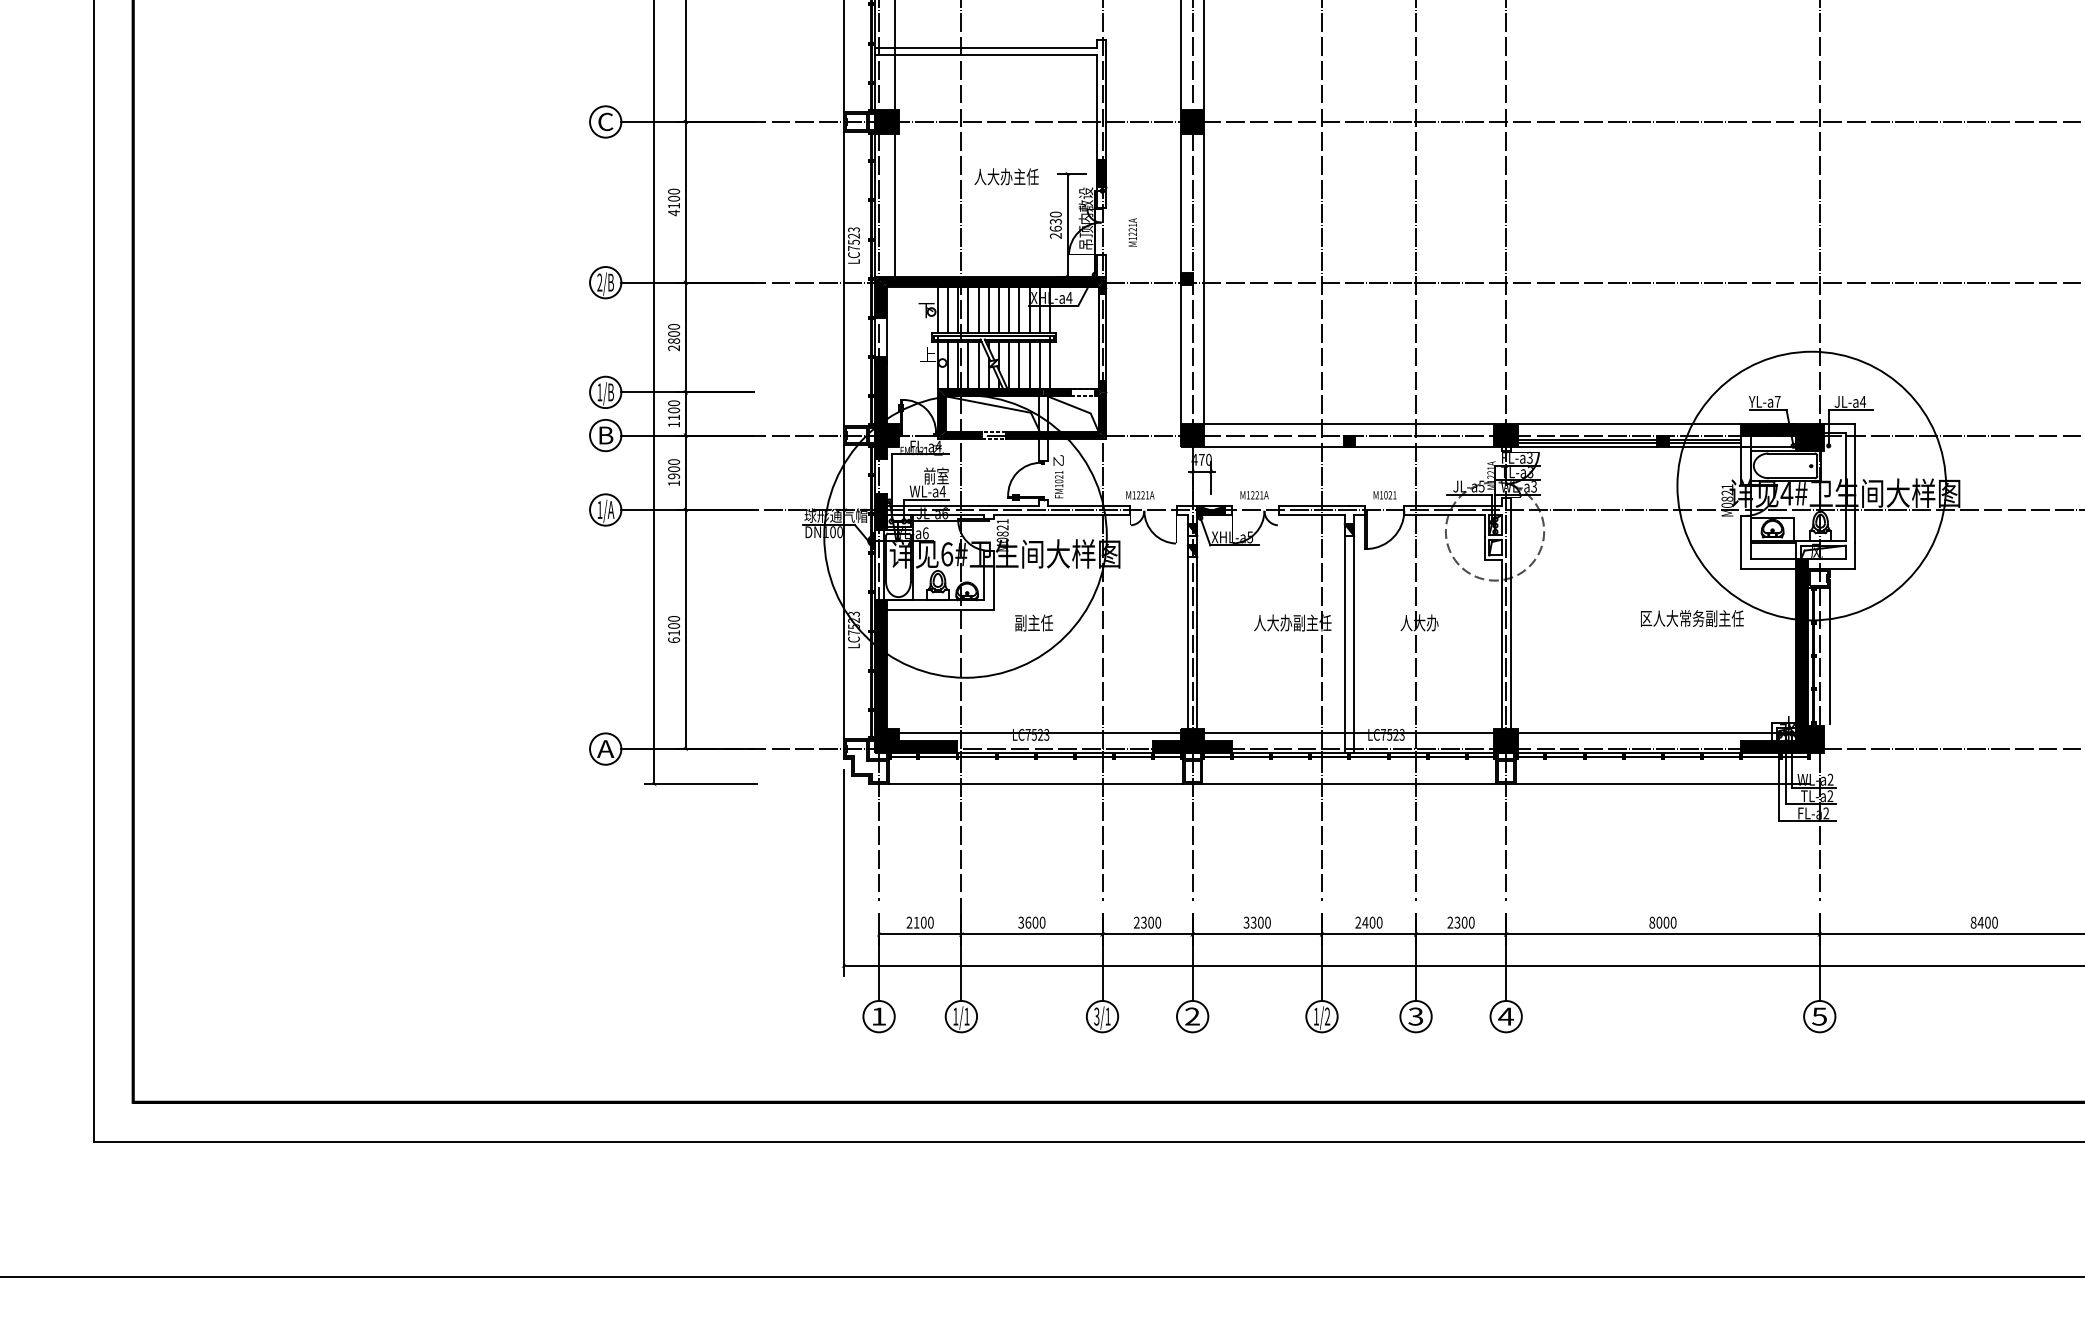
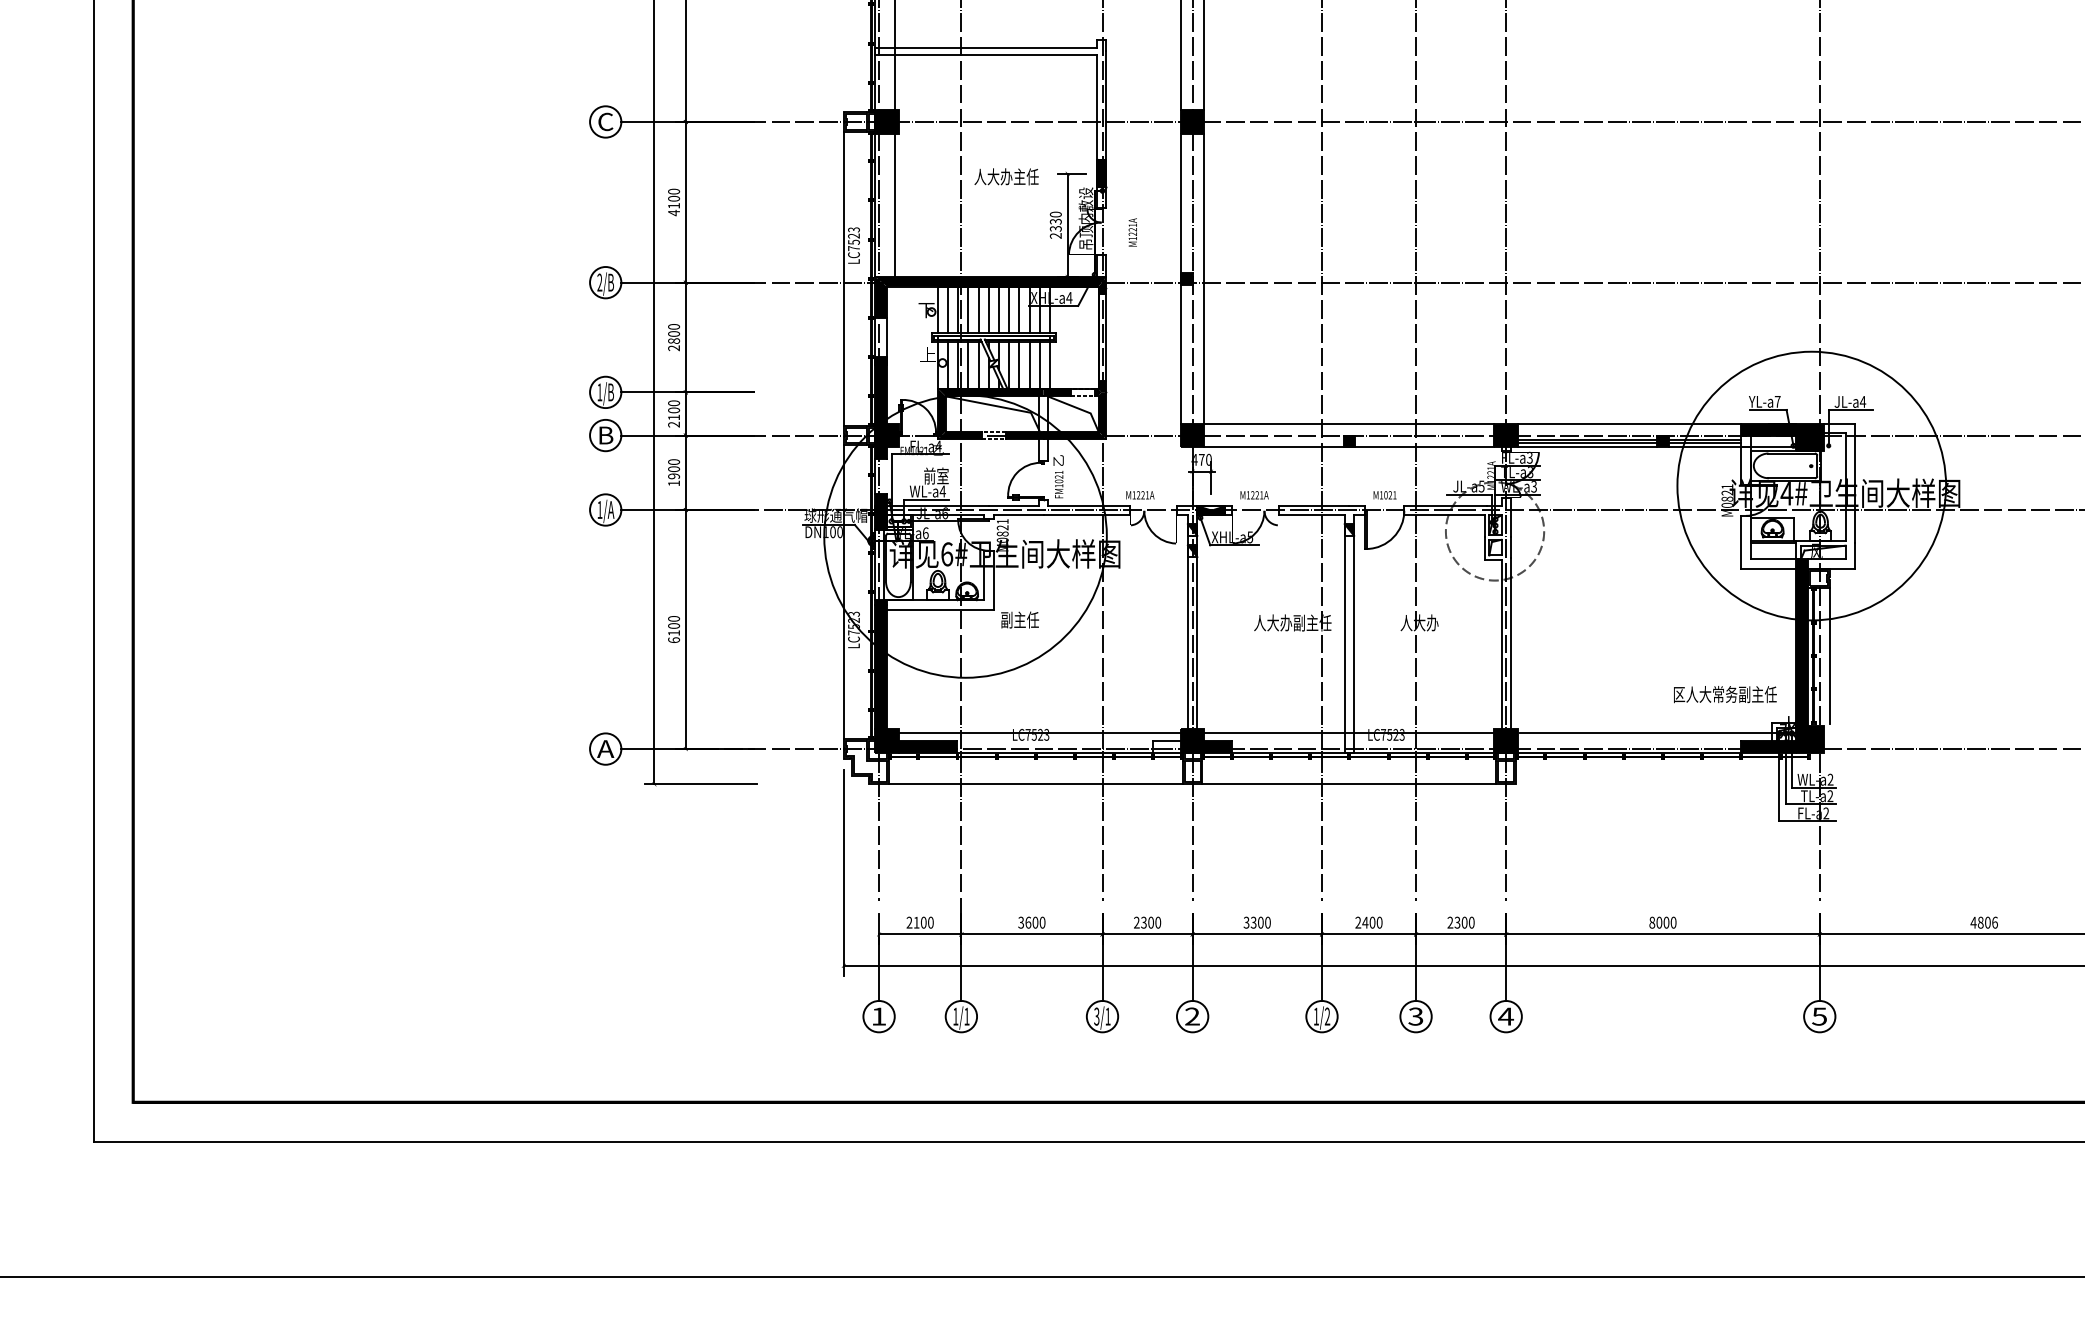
line at (843, 57): present -> none
text at (1055, 228): 2630 -> 2330
text at (673, 424): 1100 -> 2100
text at (1692, 618) position: (1692, 618) -> (1725, 694)
text at (1033, 622) position: (1033, 622) -> (1019, 619)
fill at (1166, 747): present -> none
line at (1662, 784): present -> none
text at (1983, 922): 8400 -> 4806
